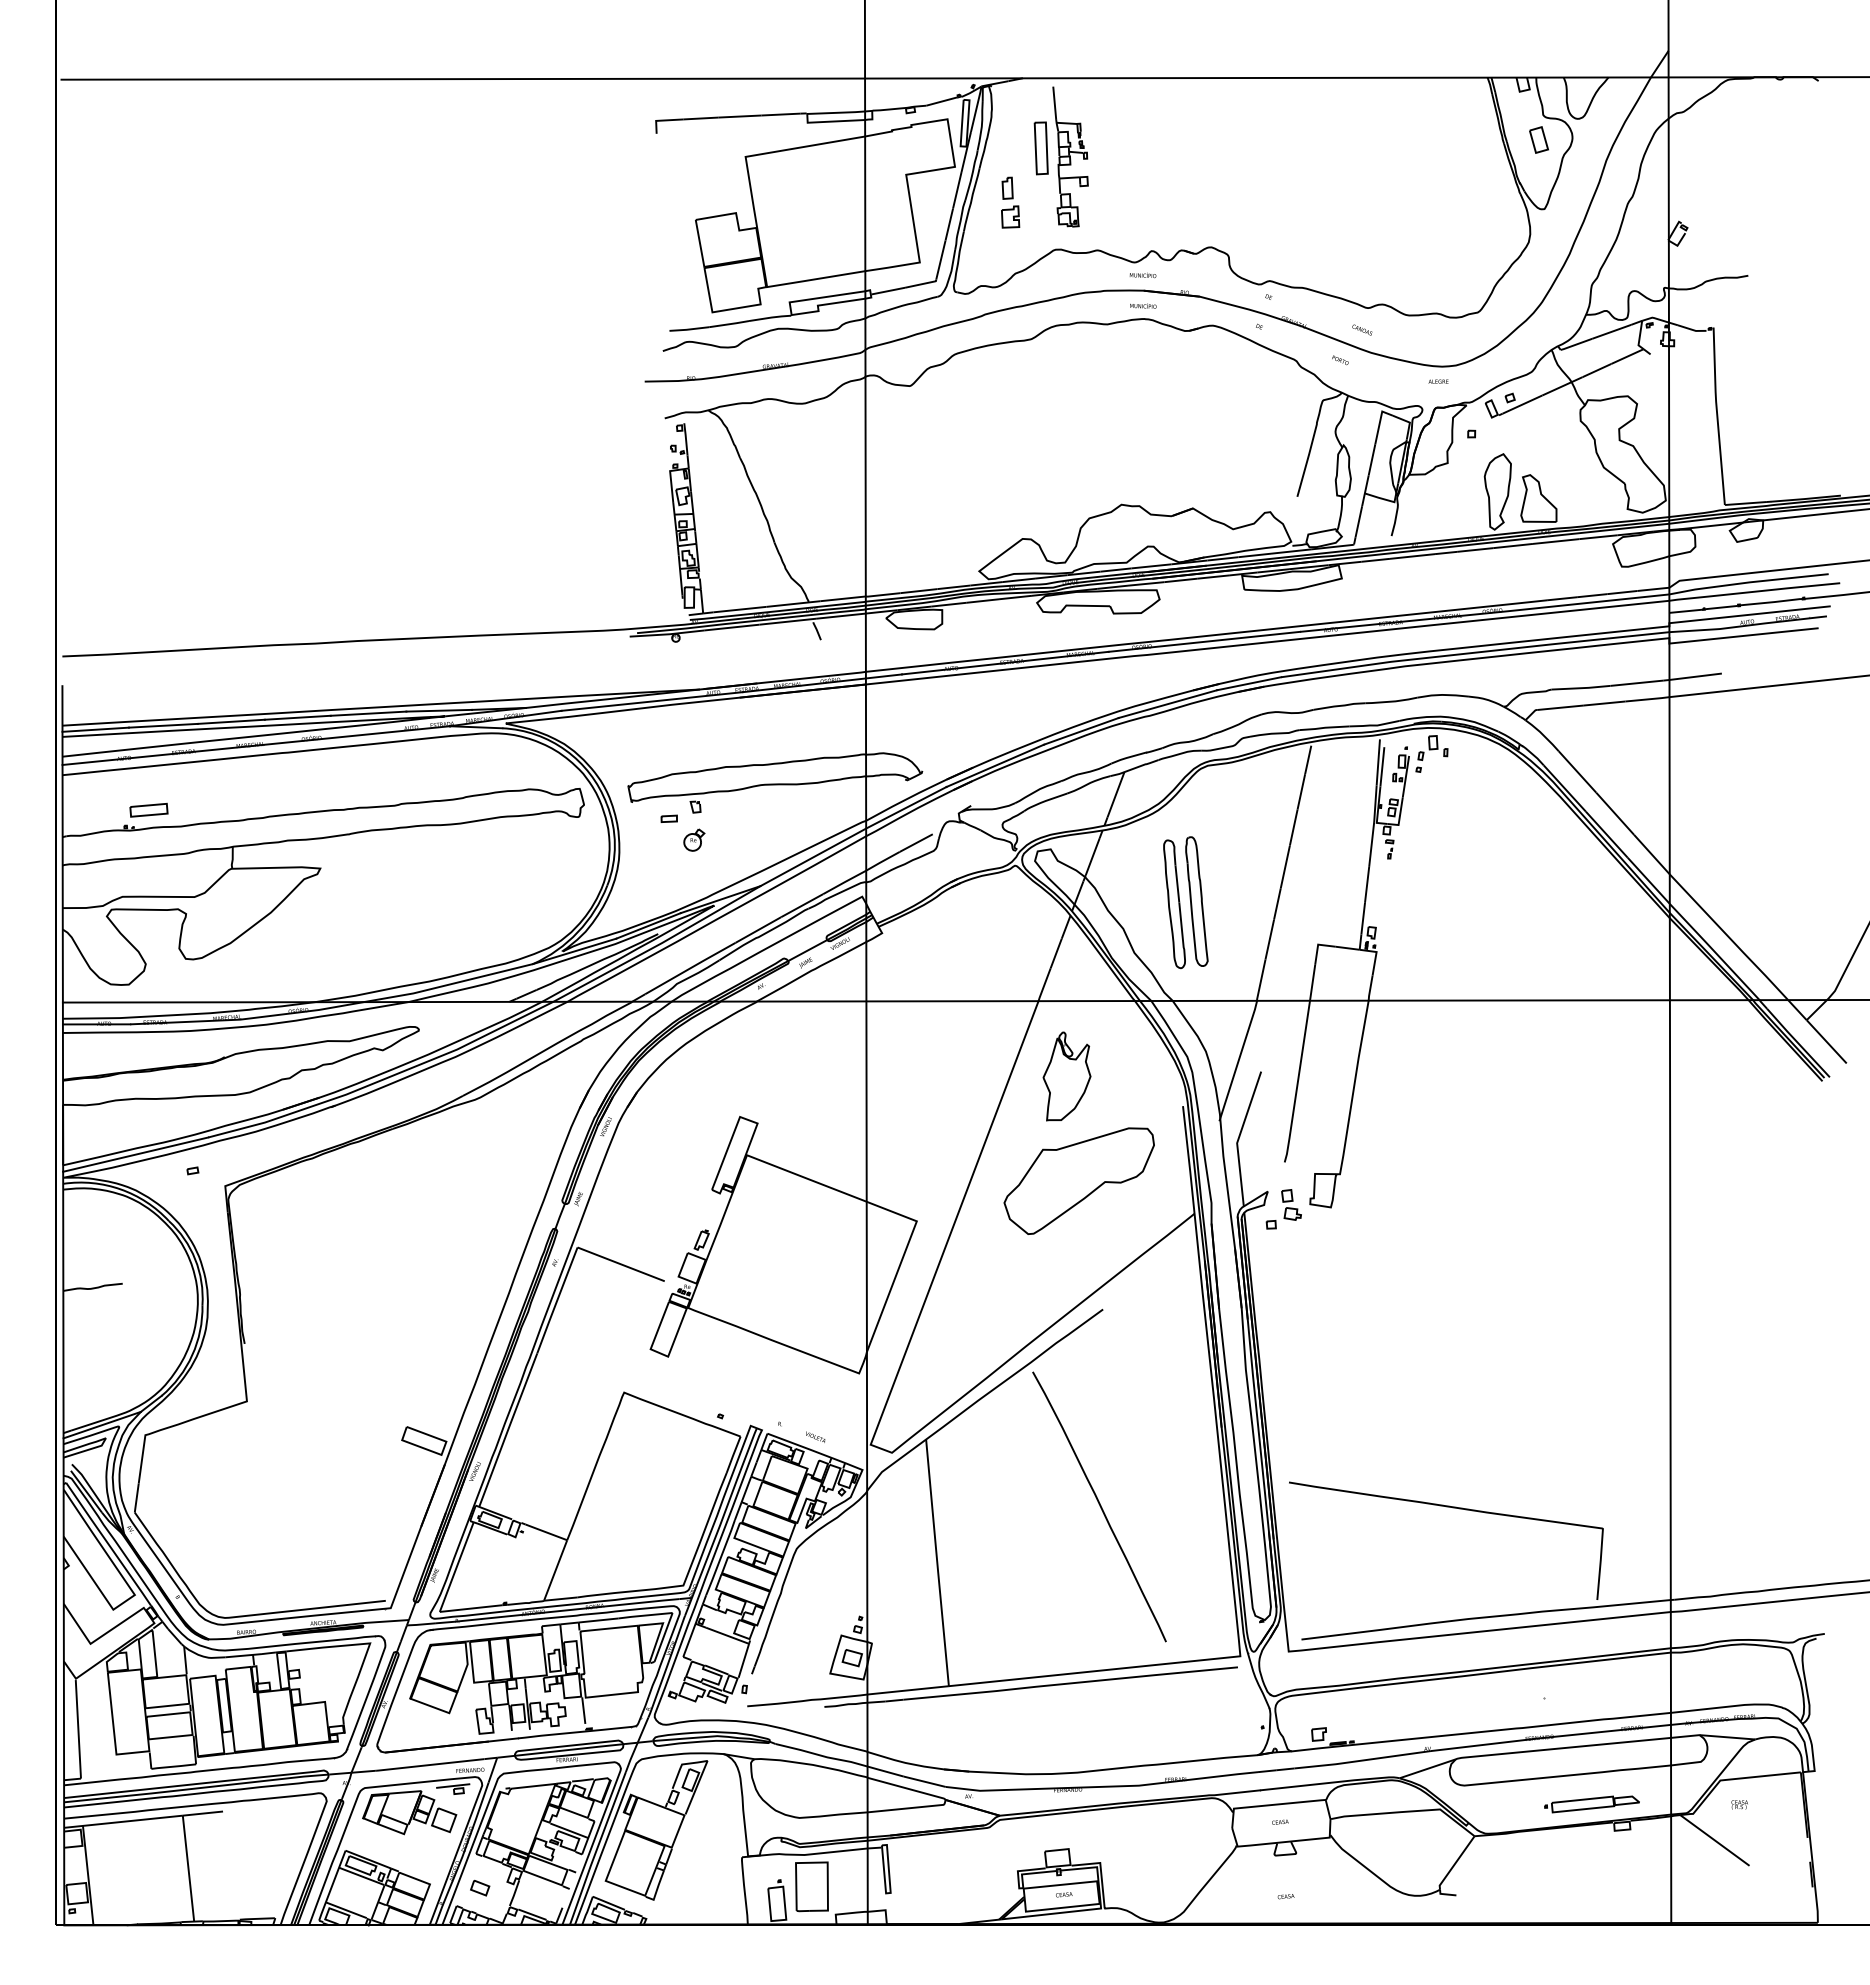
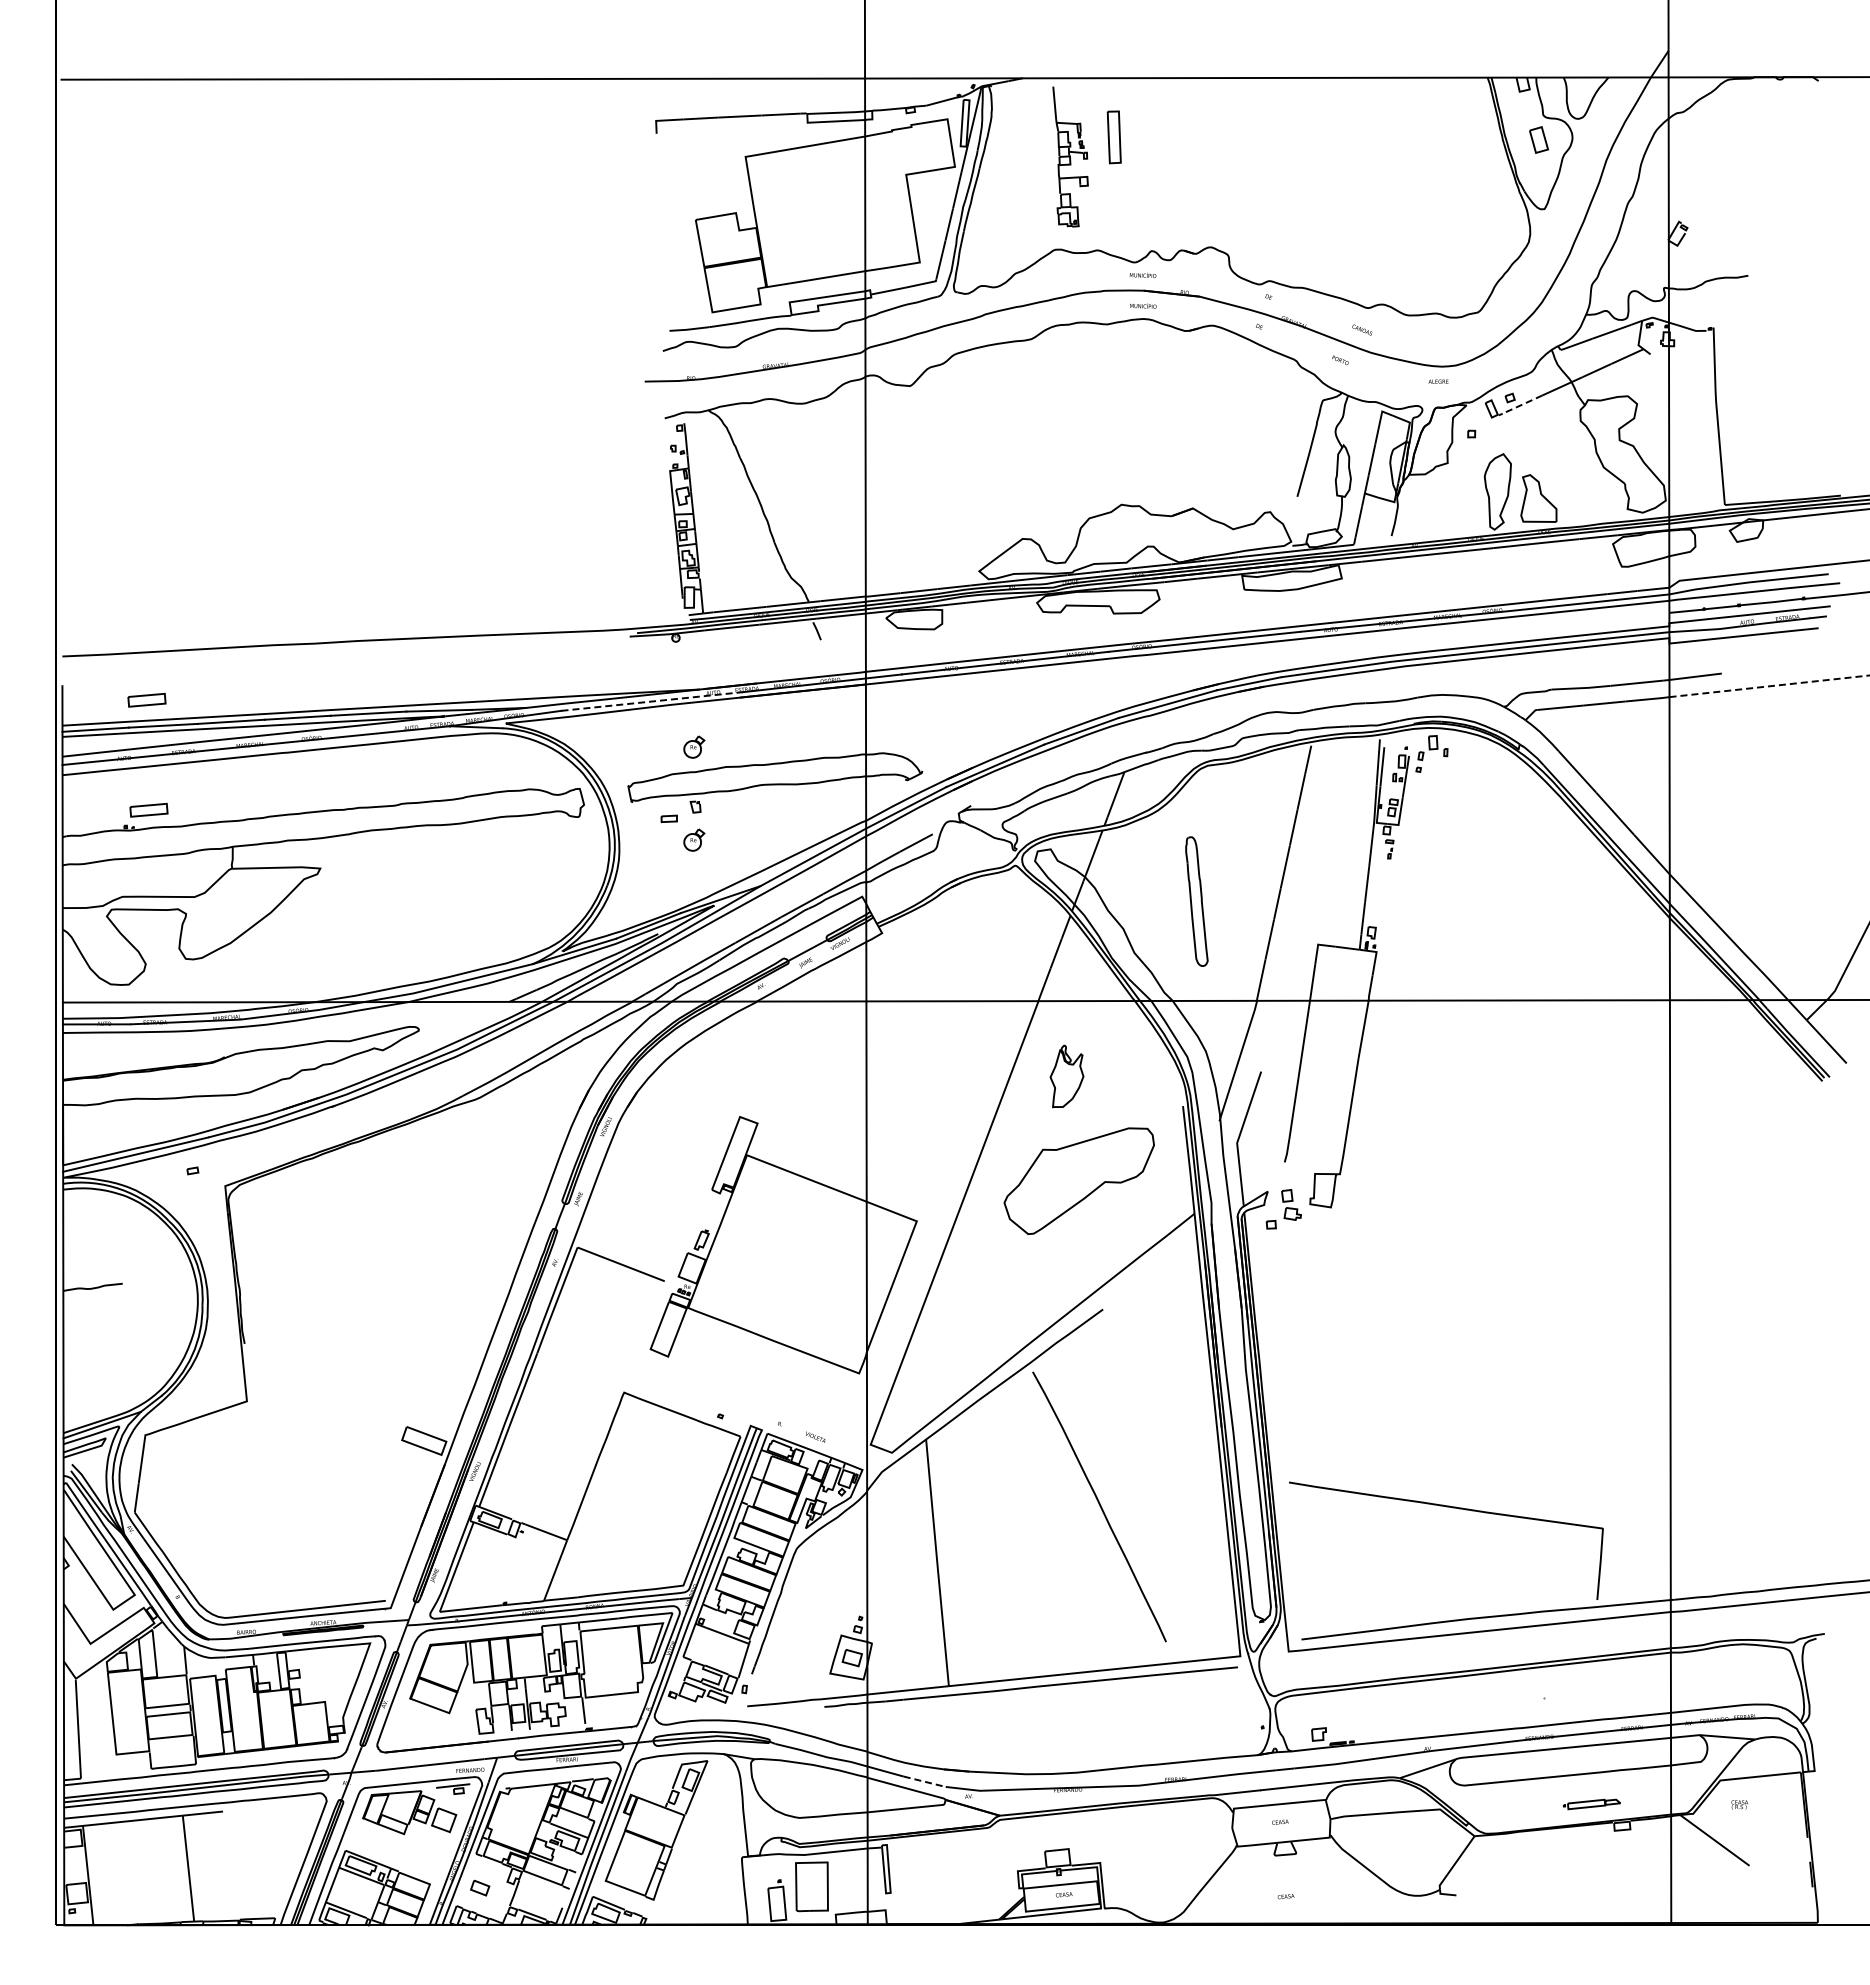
part at (1040, 148) position: (1040, 148) -> (1113, 137)
part at (1010, 202): present -> none
line at (1522, 404): solid -> dashed
line at (1769, 686): solid -> dashed
part at (146, 699): none -> present
line at (652, 701): solid -> dashed
part at (694, 746): none -> present
part at (1174, 904): present -> none
part at (1066, 1076) size: 50x91 px -> 36x65 px
line at (924, 1781): solid -> dashed
part at (1591, 1804) size: 96x19 px -> 59x13 px
